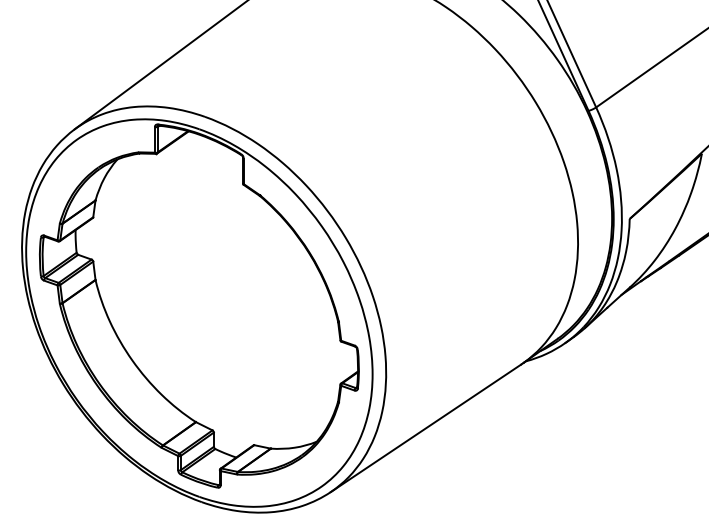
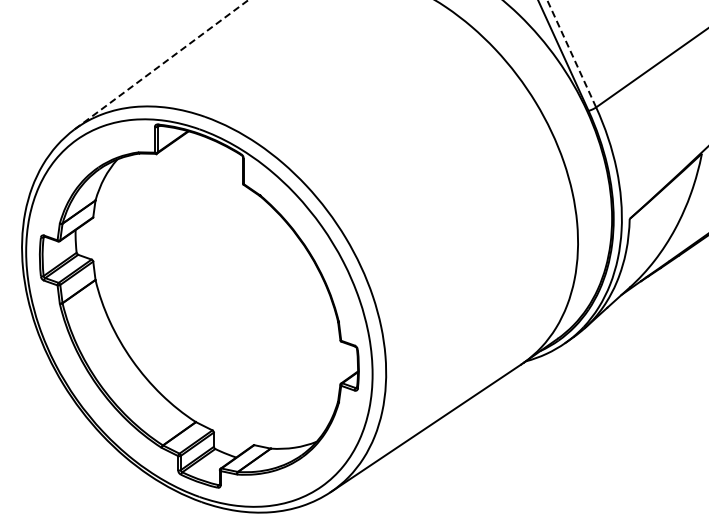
line at (571, 53): solid -> dashed
line at (161, 64): solid -> dashed
